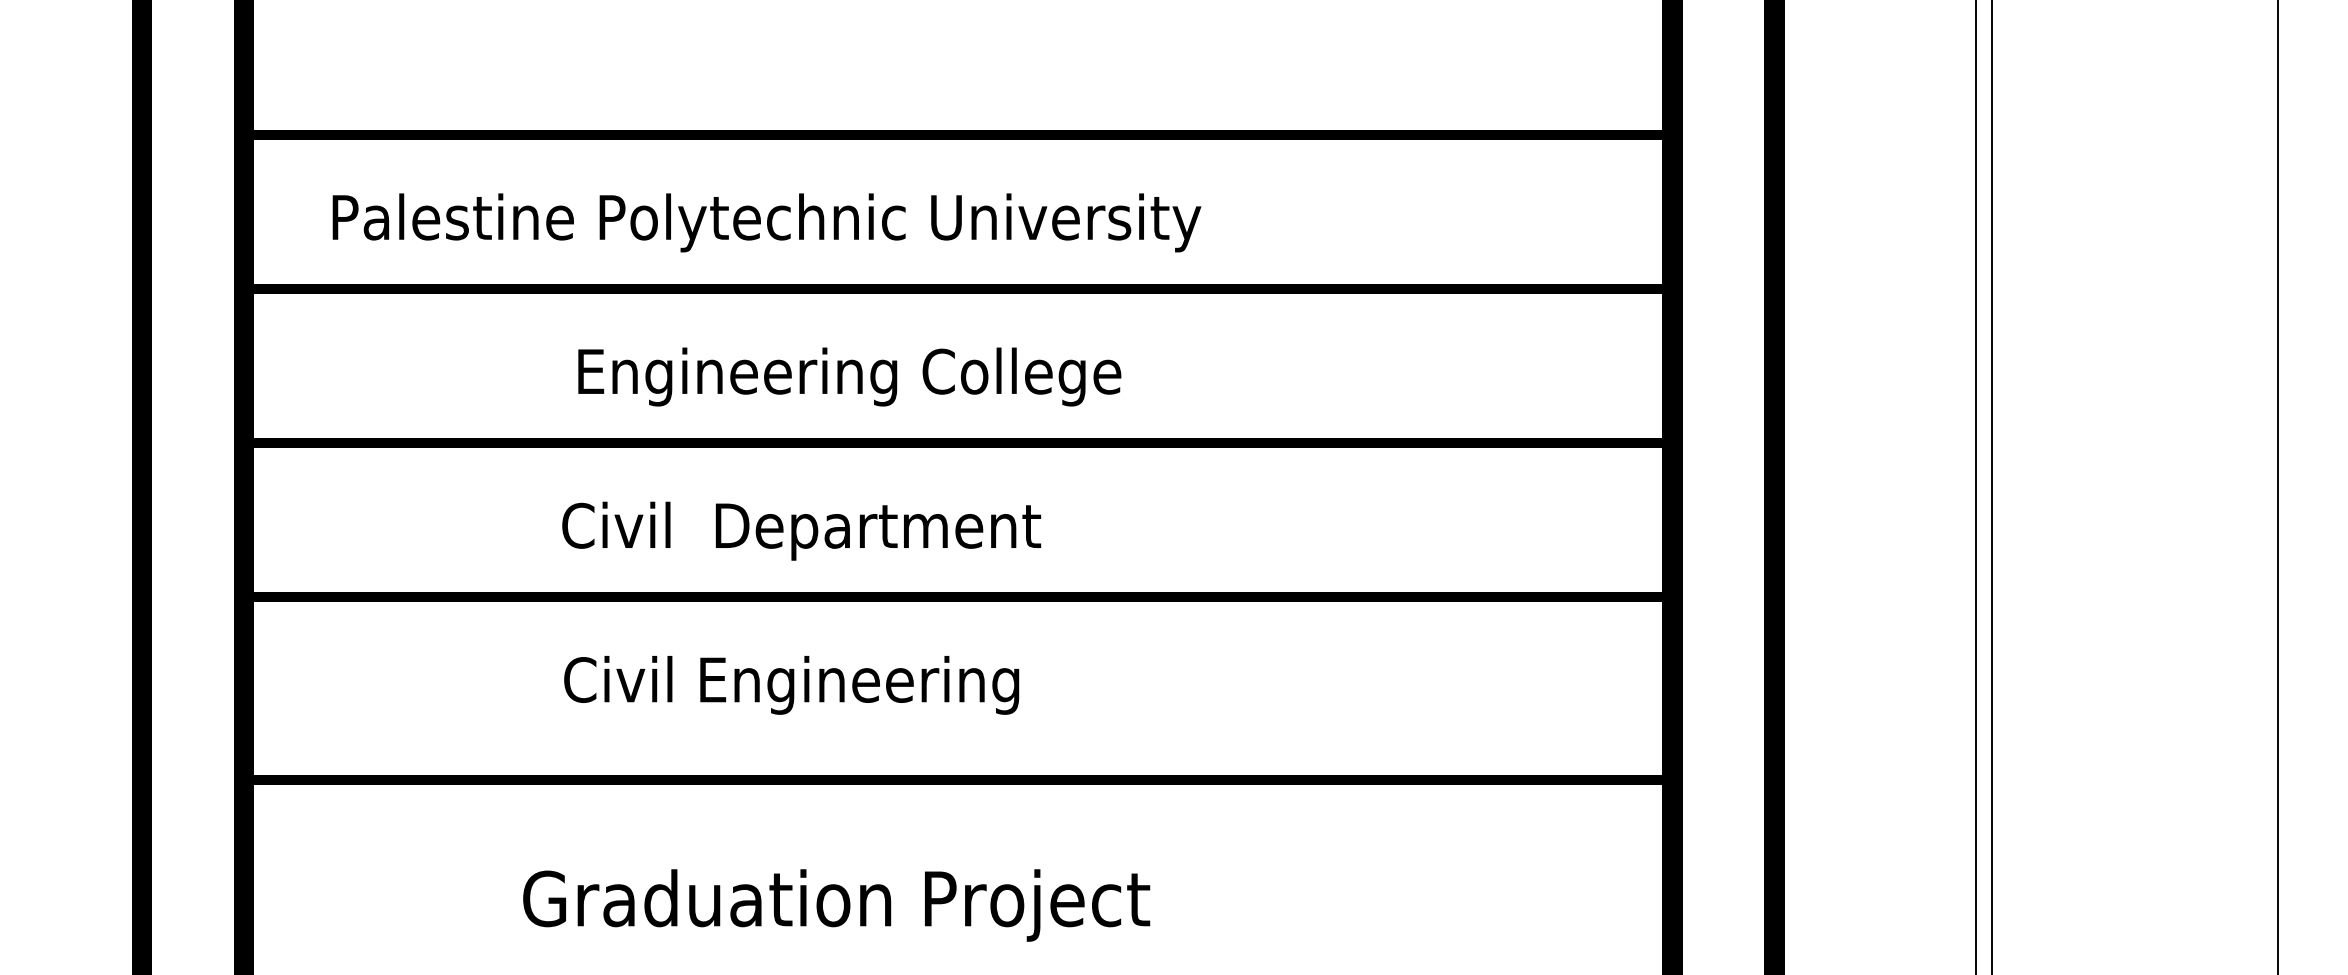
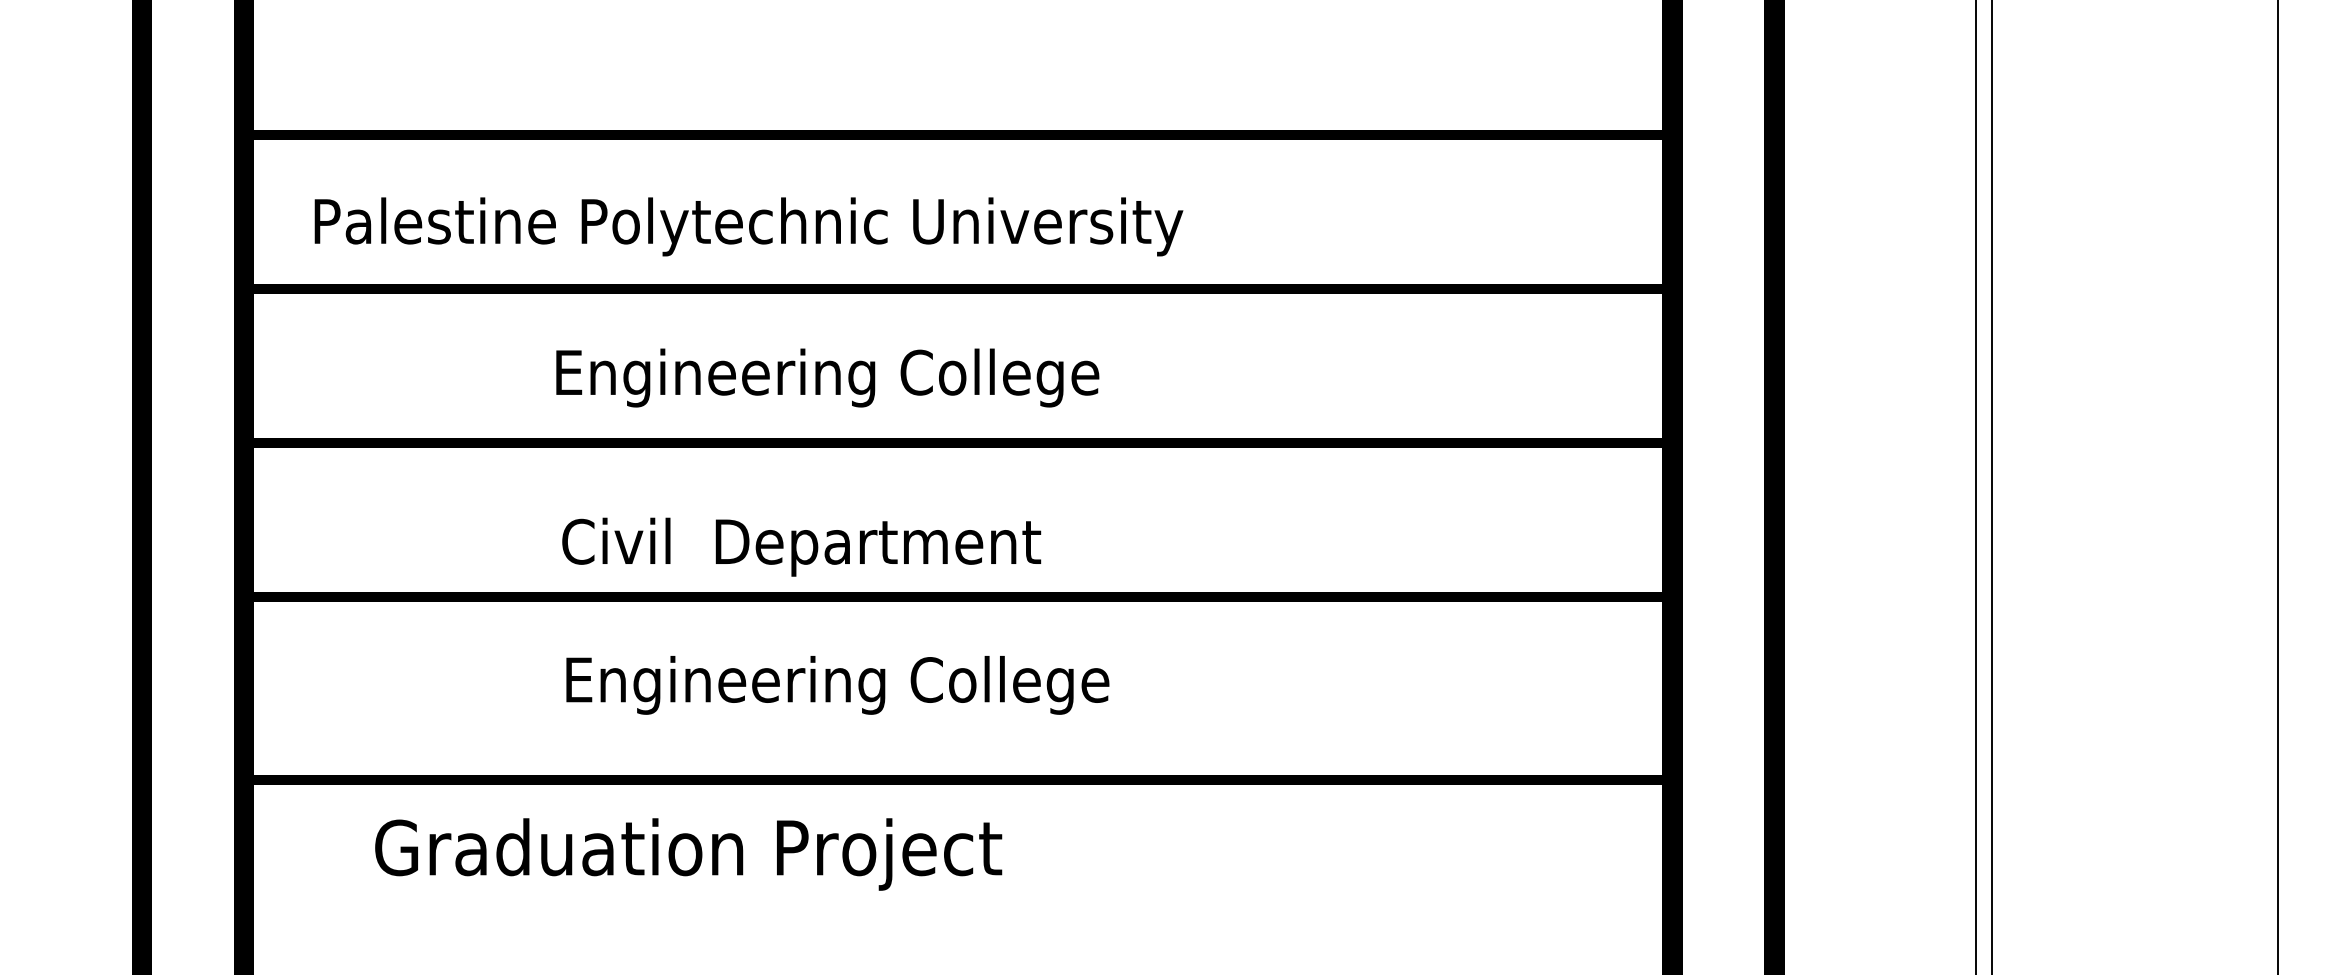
text at (766, 222) position: (766, 222) -> (748, 226)
text at (849, 376) position: (849, 376) -> (827, 377)
text at (801, 530) position: (801, 530) -> (801, 546)
text at (836, 684): Civil Engineering -> Engineering College
text at (836, 905) position: (836, 905) -> (688, 854)
